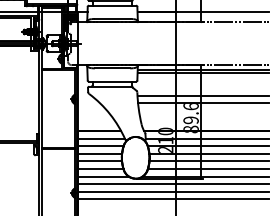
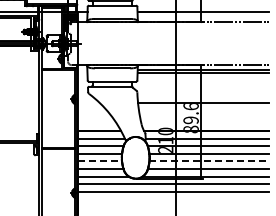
line at (203, 95): present -> none
line at (100, 161): solid -> dashed
line at (209, 161): solid -> dashed
line at (173, 199): present -> none
